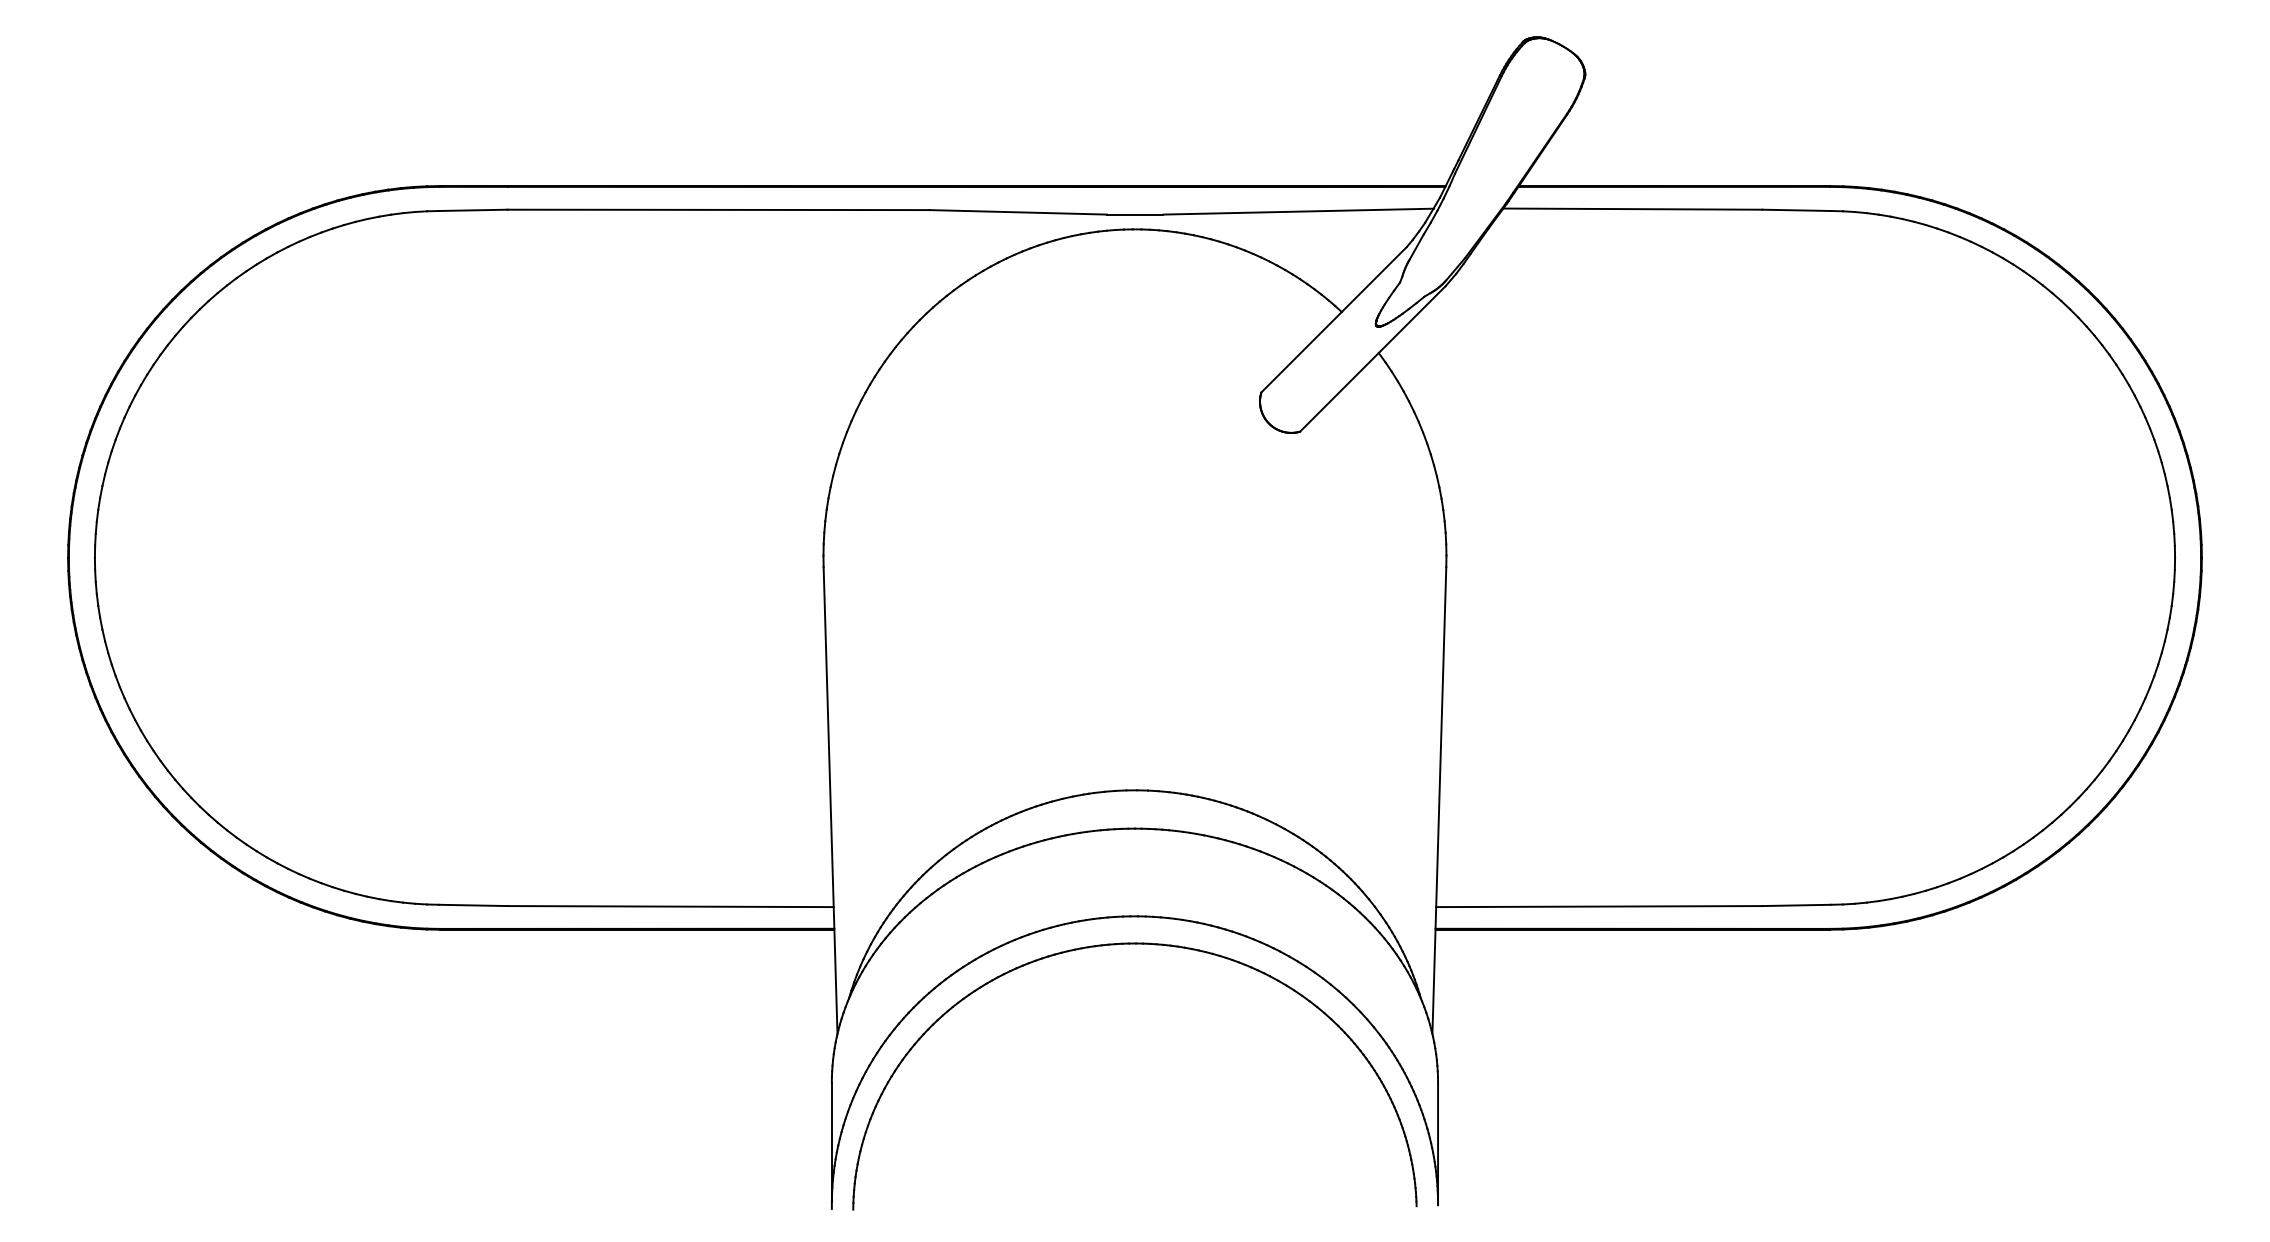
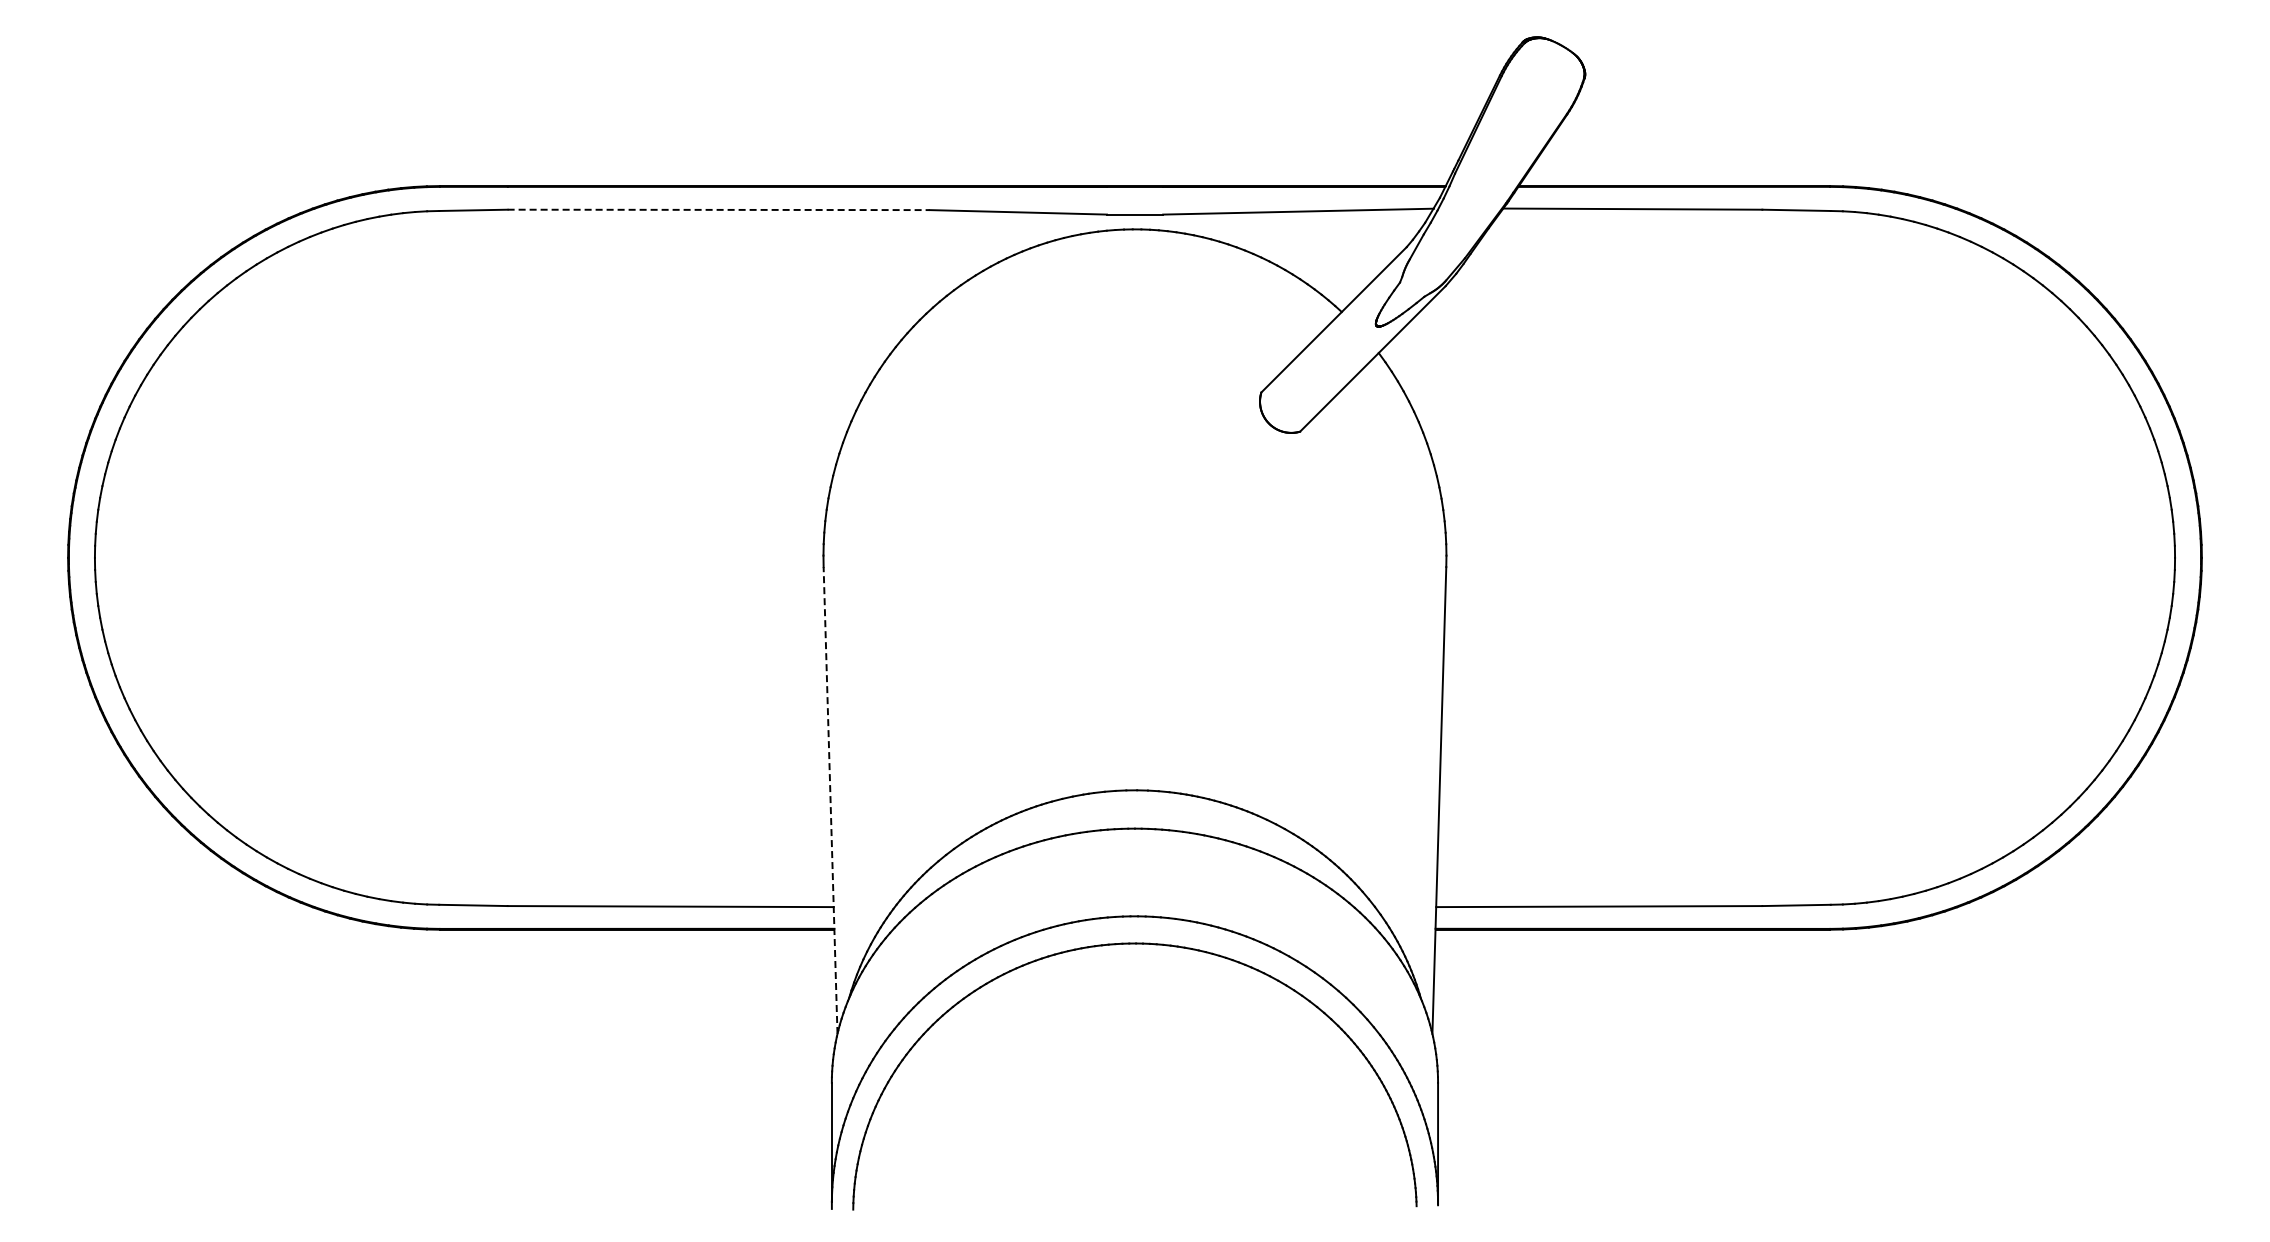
line at (719, 209): solid -> dashed
line at (830, 800): solid -> dashed
